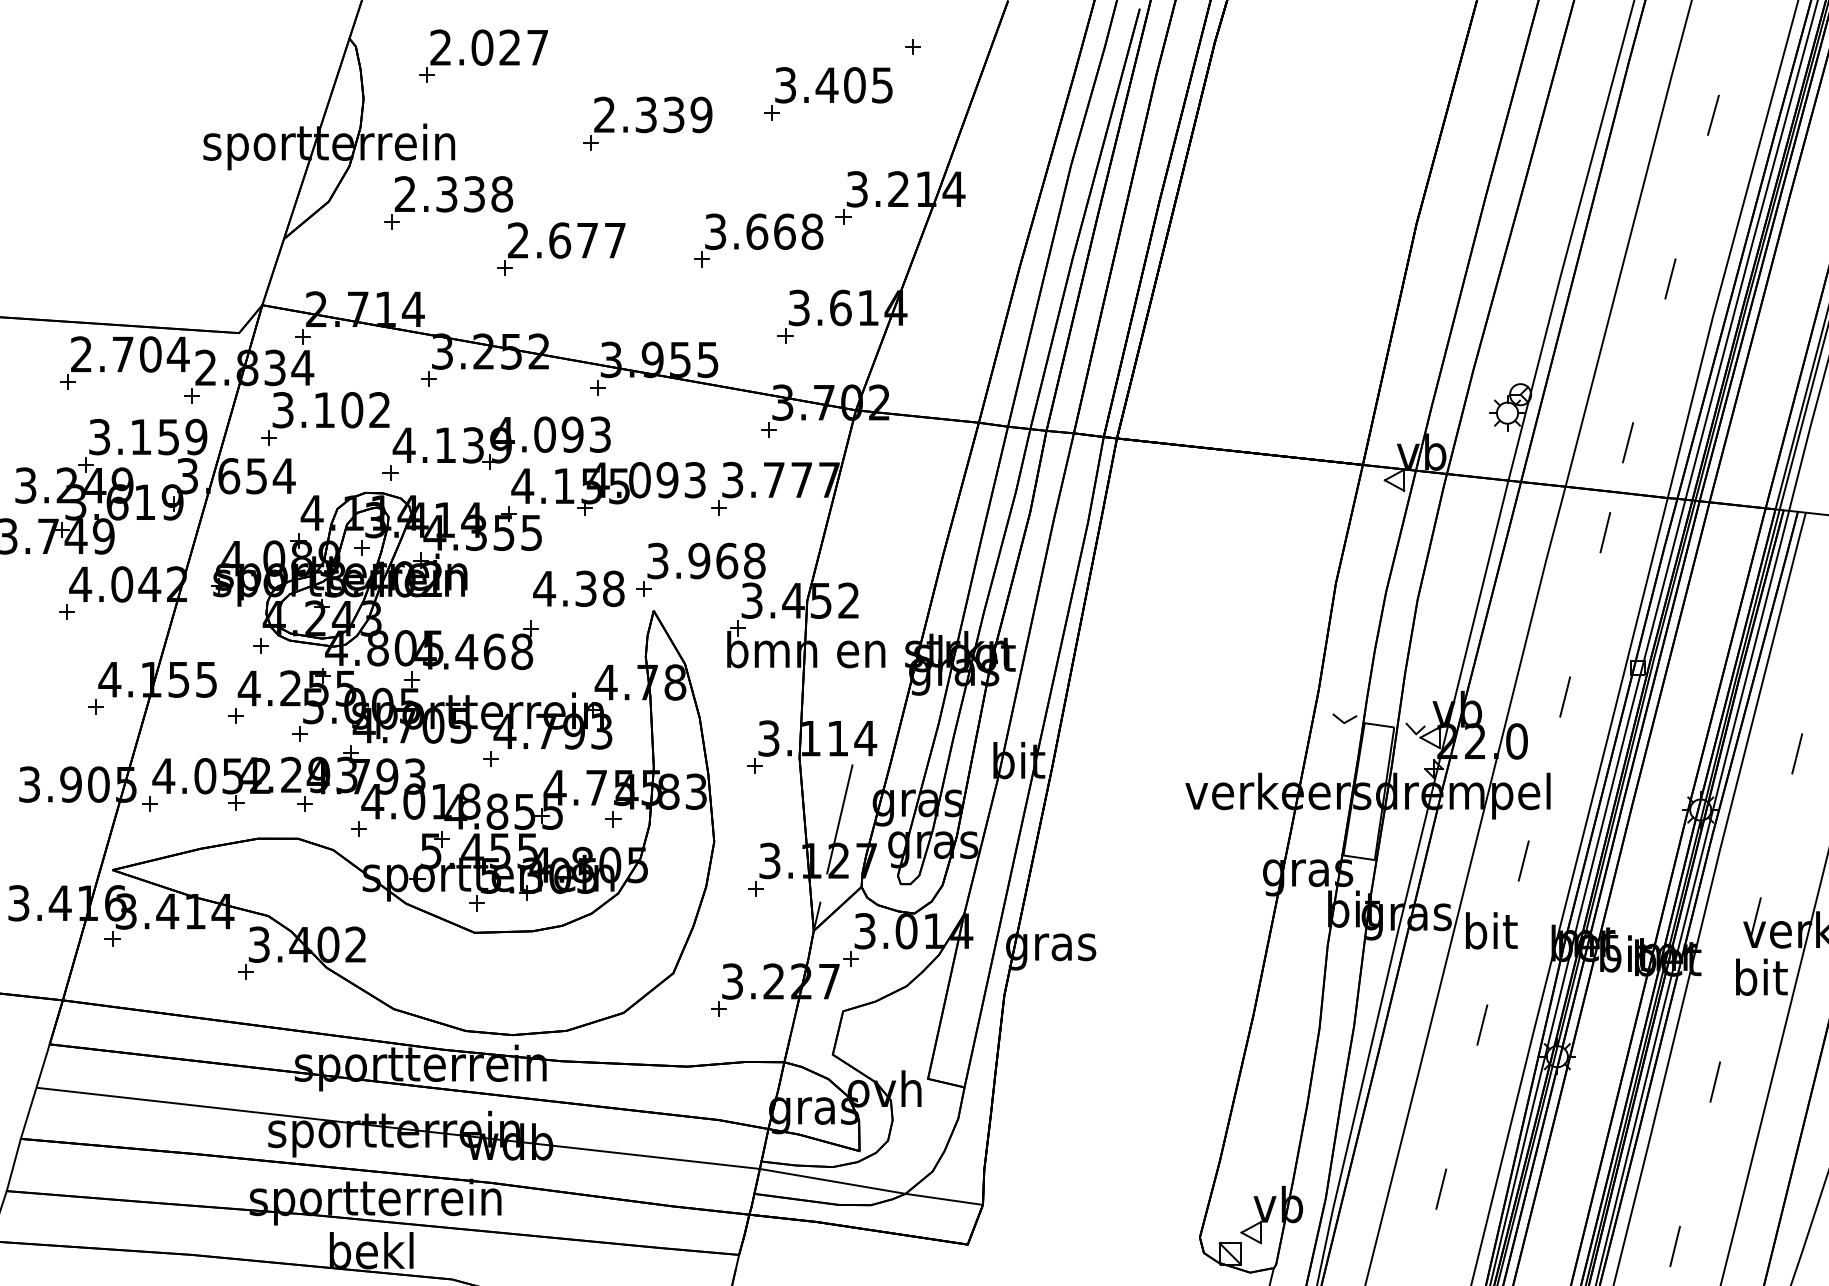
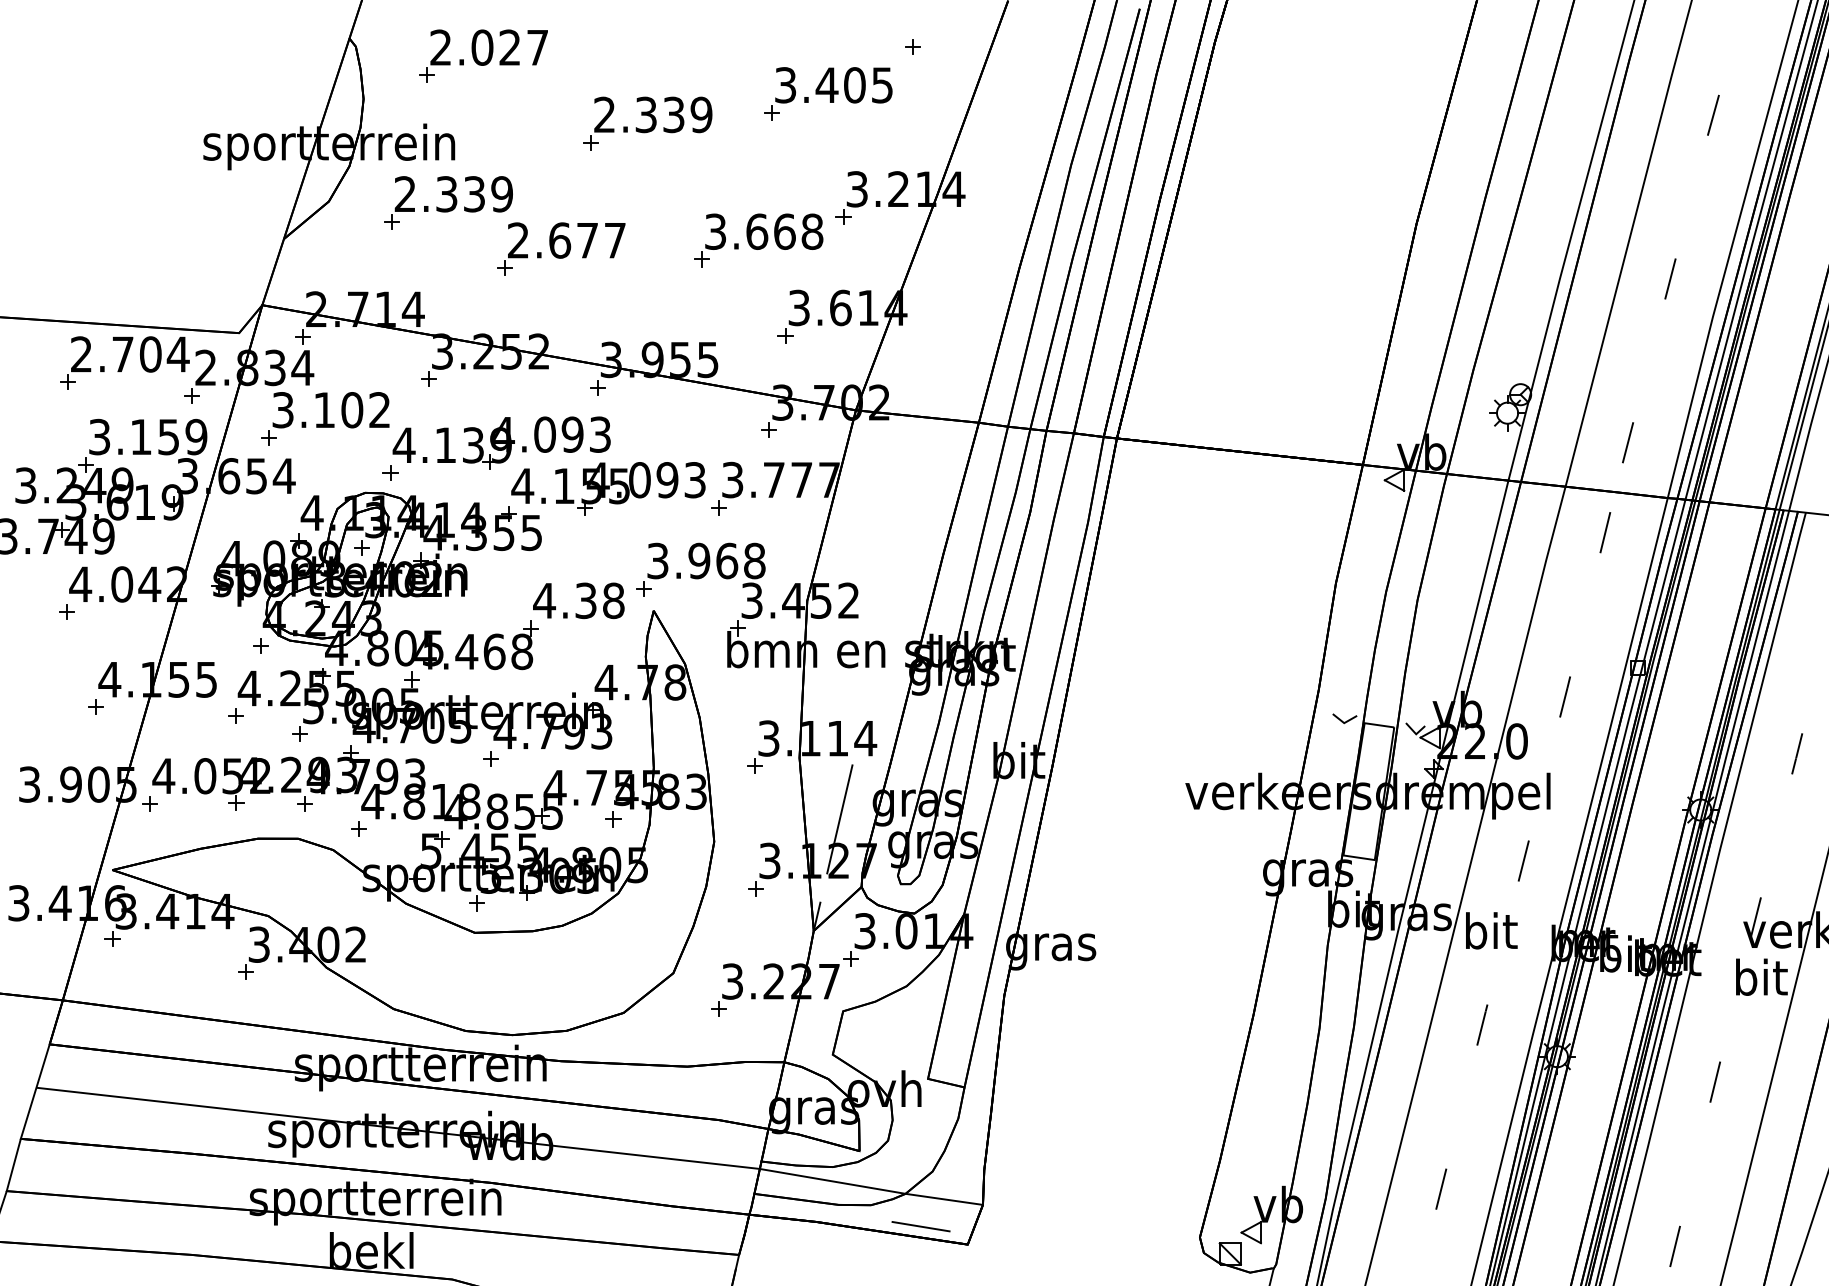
text at (502, 194): 2.338 -> 2.339
text at (578, 588) position: (578, 588) -> (578, 600)
text at (414, 801): 4.018 -> 4.818
line at (920, 1226): none -> present
